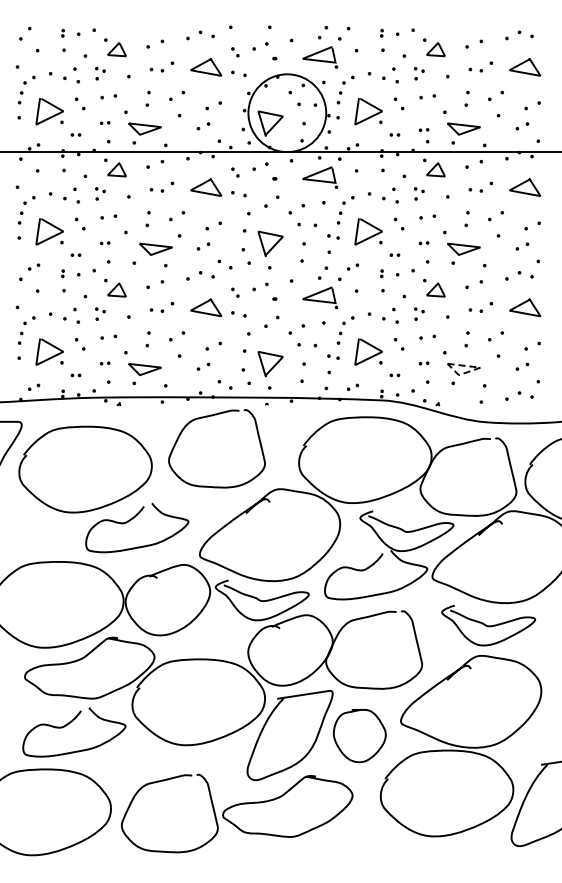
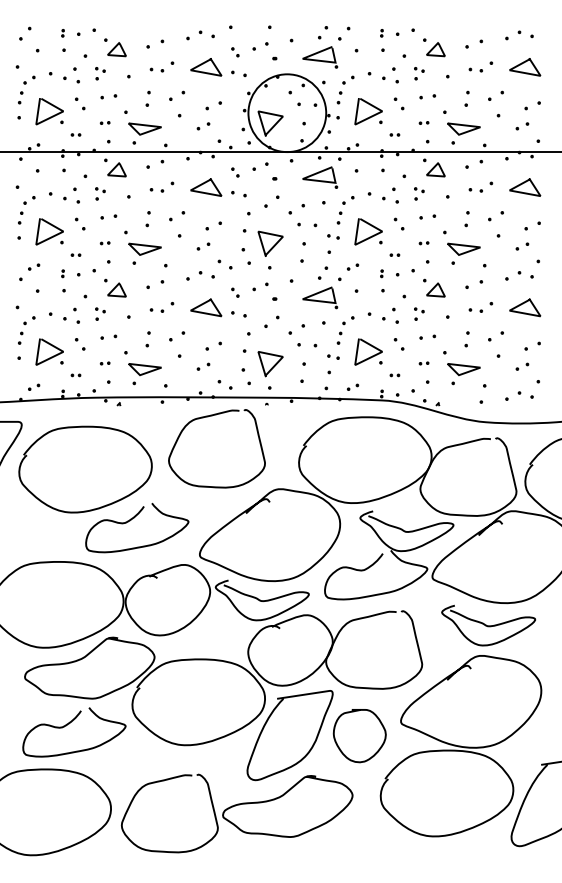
part at (423, 129) position: (423, 129) -> (423, 122)
part at (155, 248) position: (155, 248) -> (144, 248)
line at (477, 368): dashed -> solid
